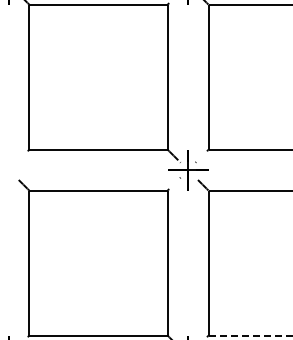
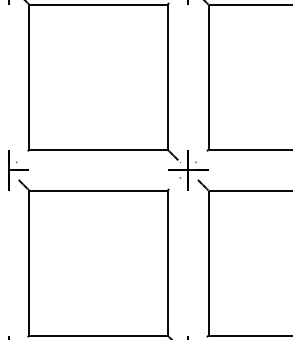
part at (18, 170): none -> present
line at (250, 335): dashed -> solid
